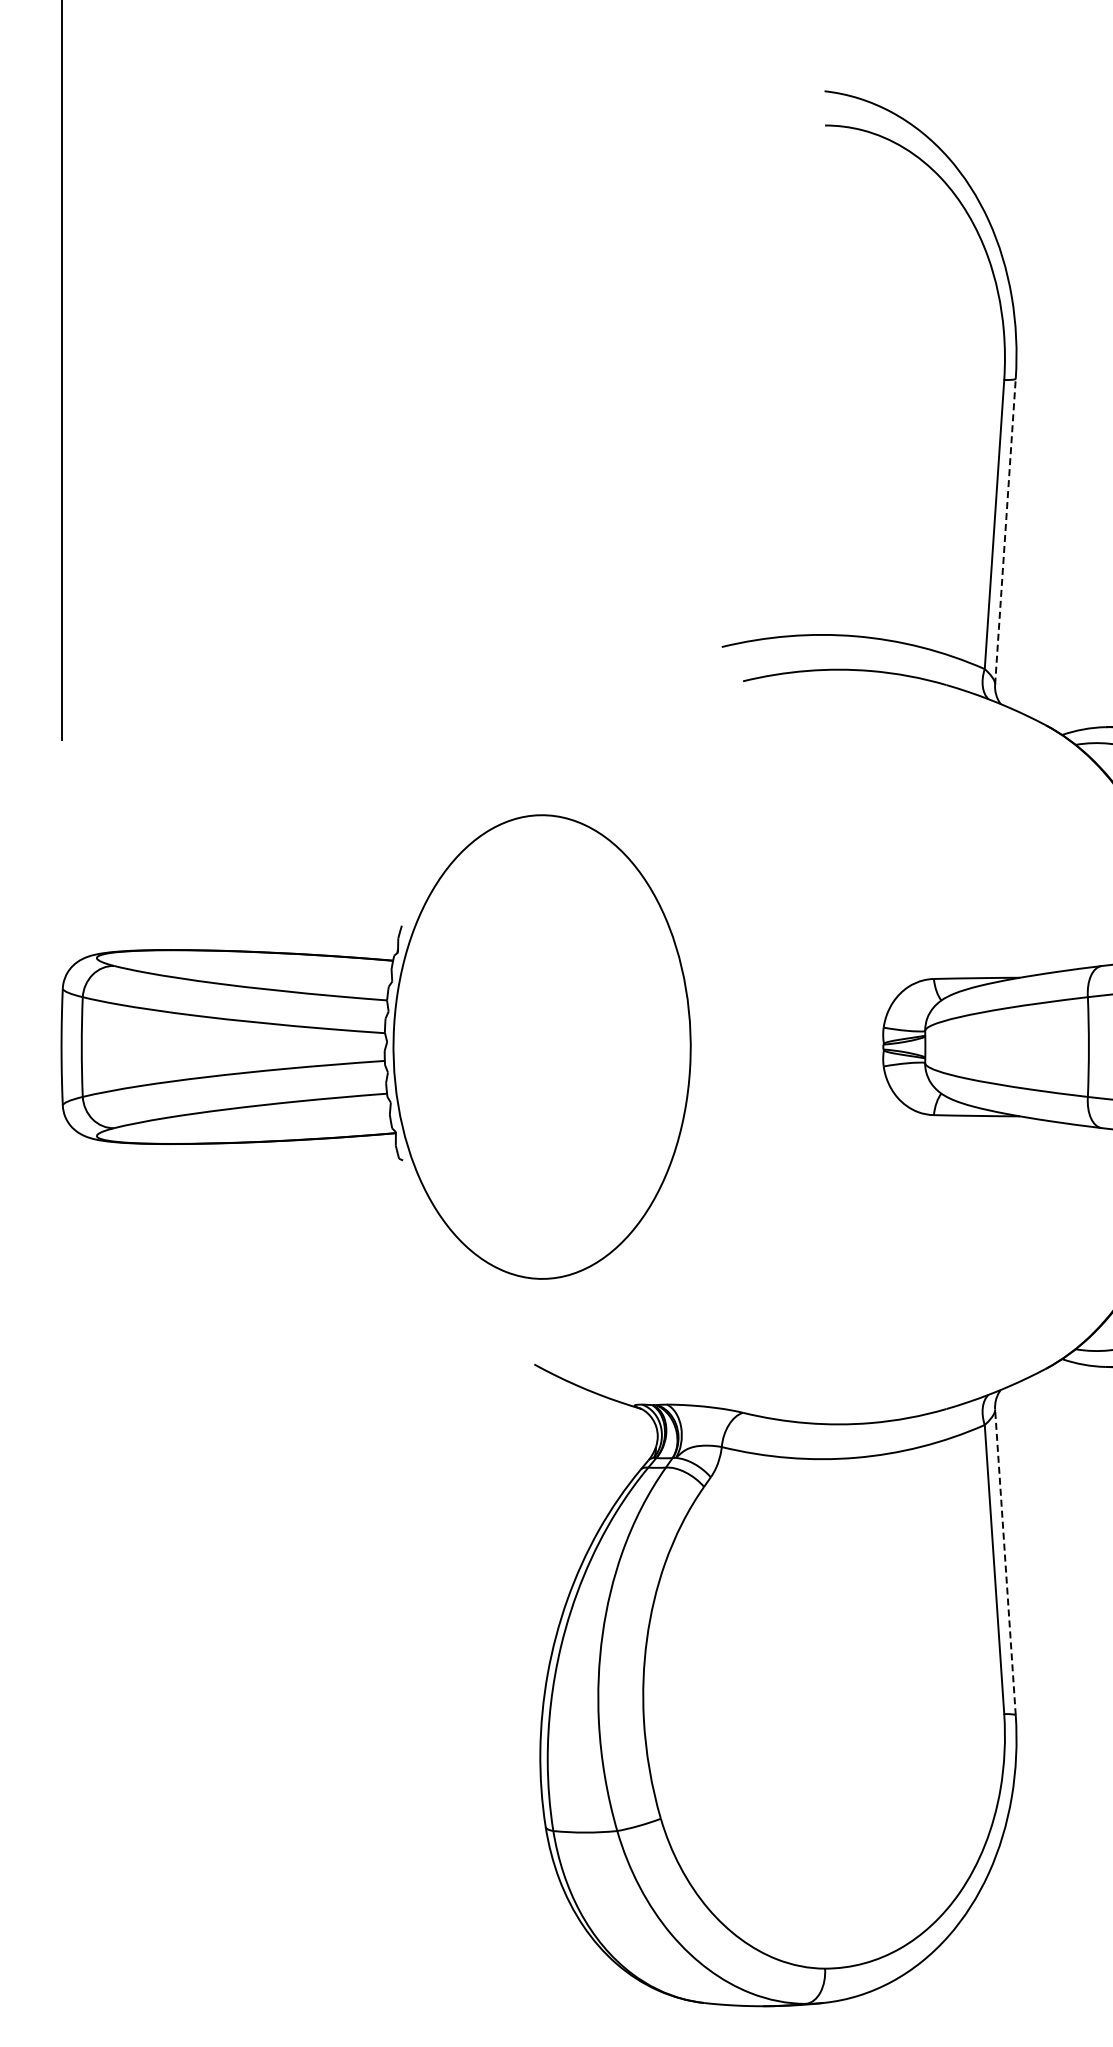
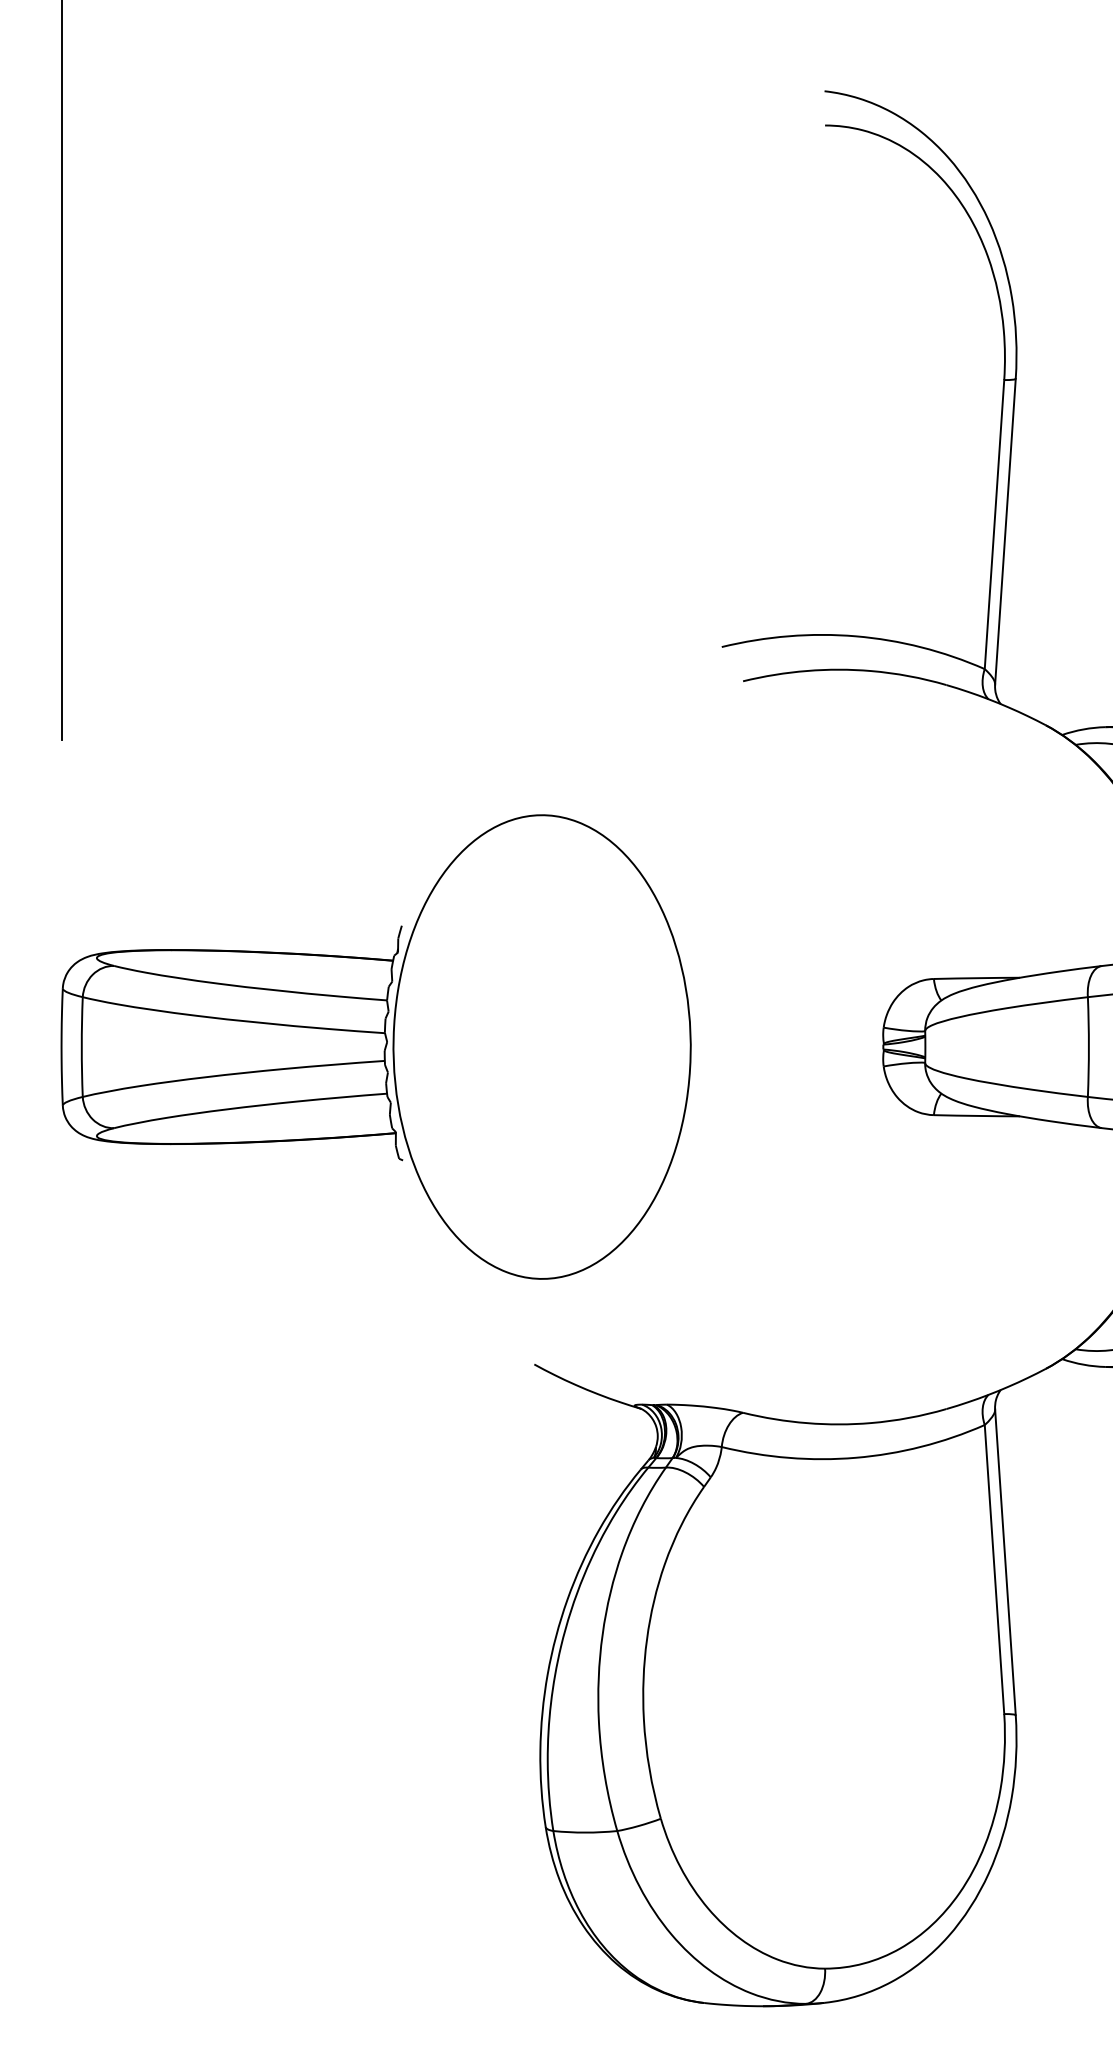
line at (1005, 531): dashed -> solid
line at (1005, 1561): dashed -> solid
